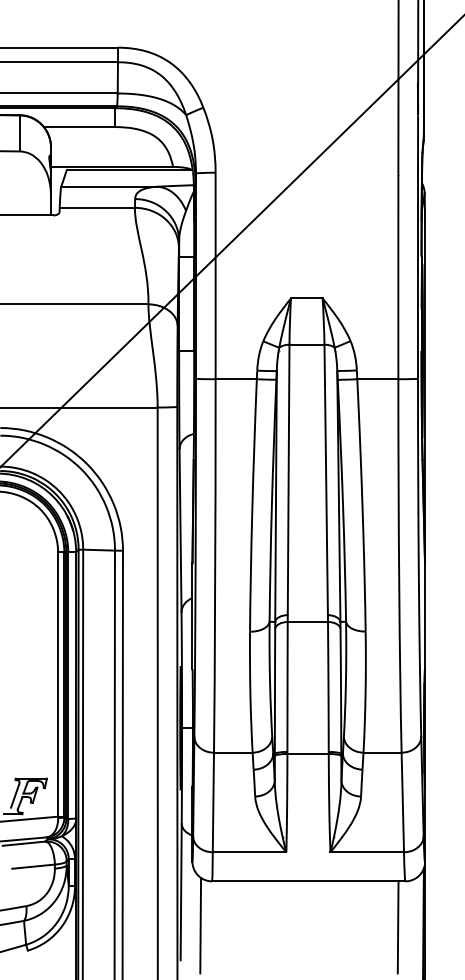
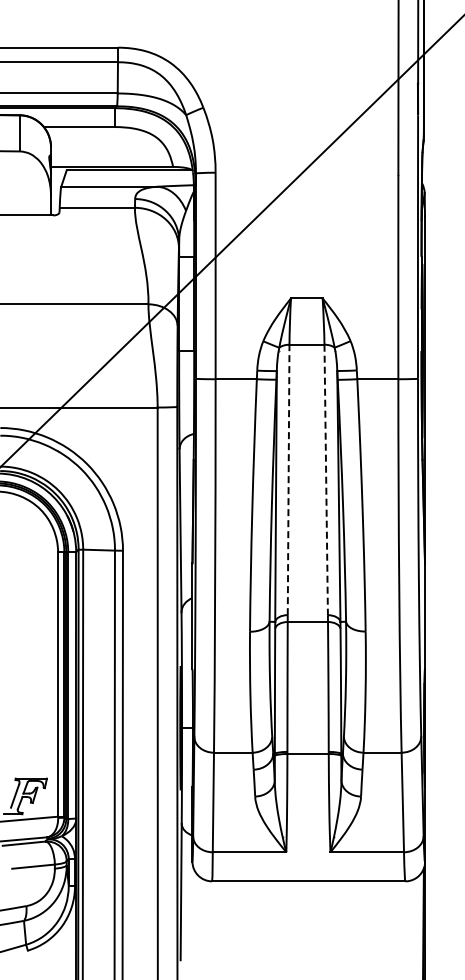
line at (288, 479): solid -> dashed
line at (326, 480): solid -> dashed
line at (200, 925): present -> none
line at (397, 927): present -> none
